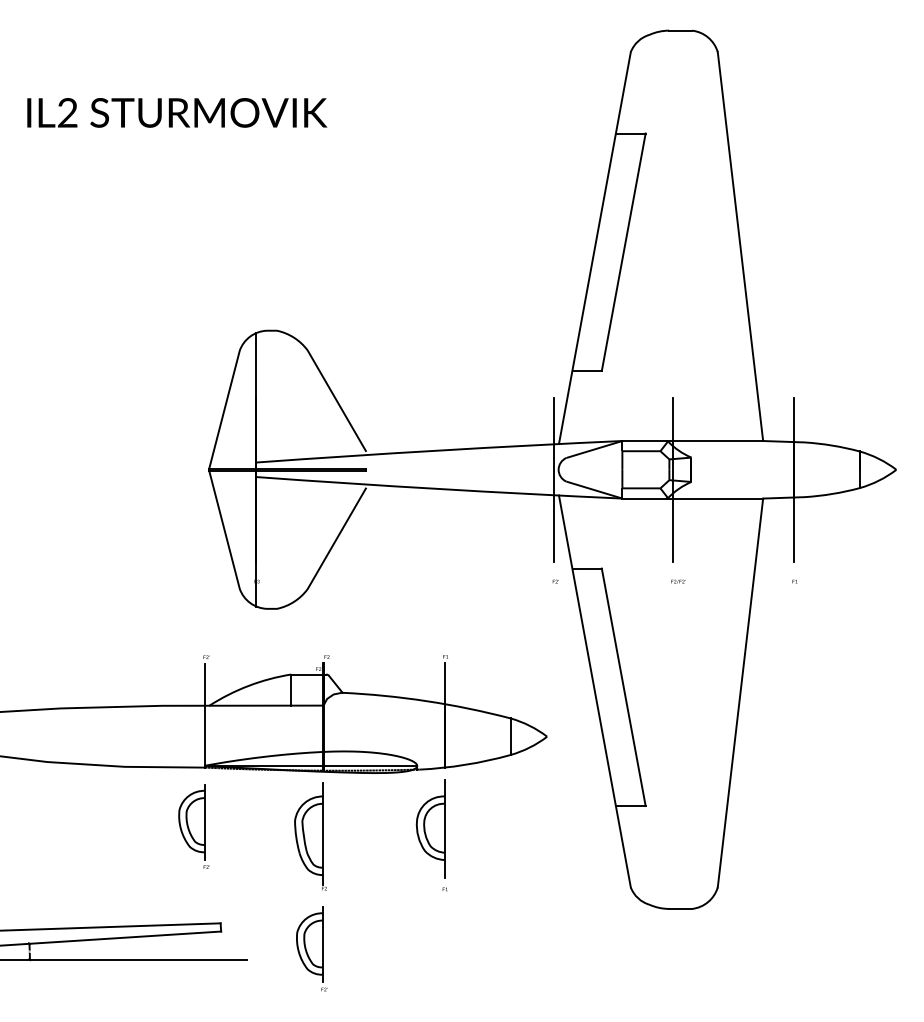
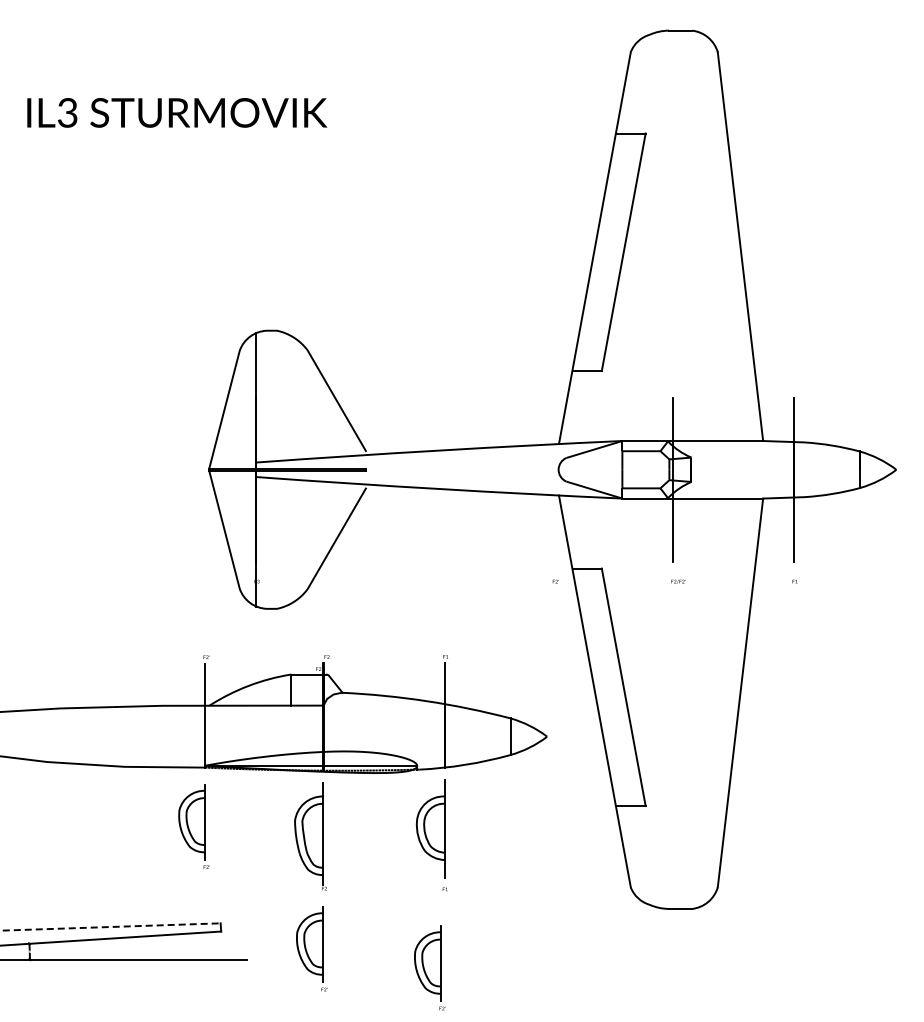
text at (67, 113): IL2 -> IL3
line at (554, 479): present -> none
line at (110, 927): solid -> dashed
part at (429, 967): none -> present
